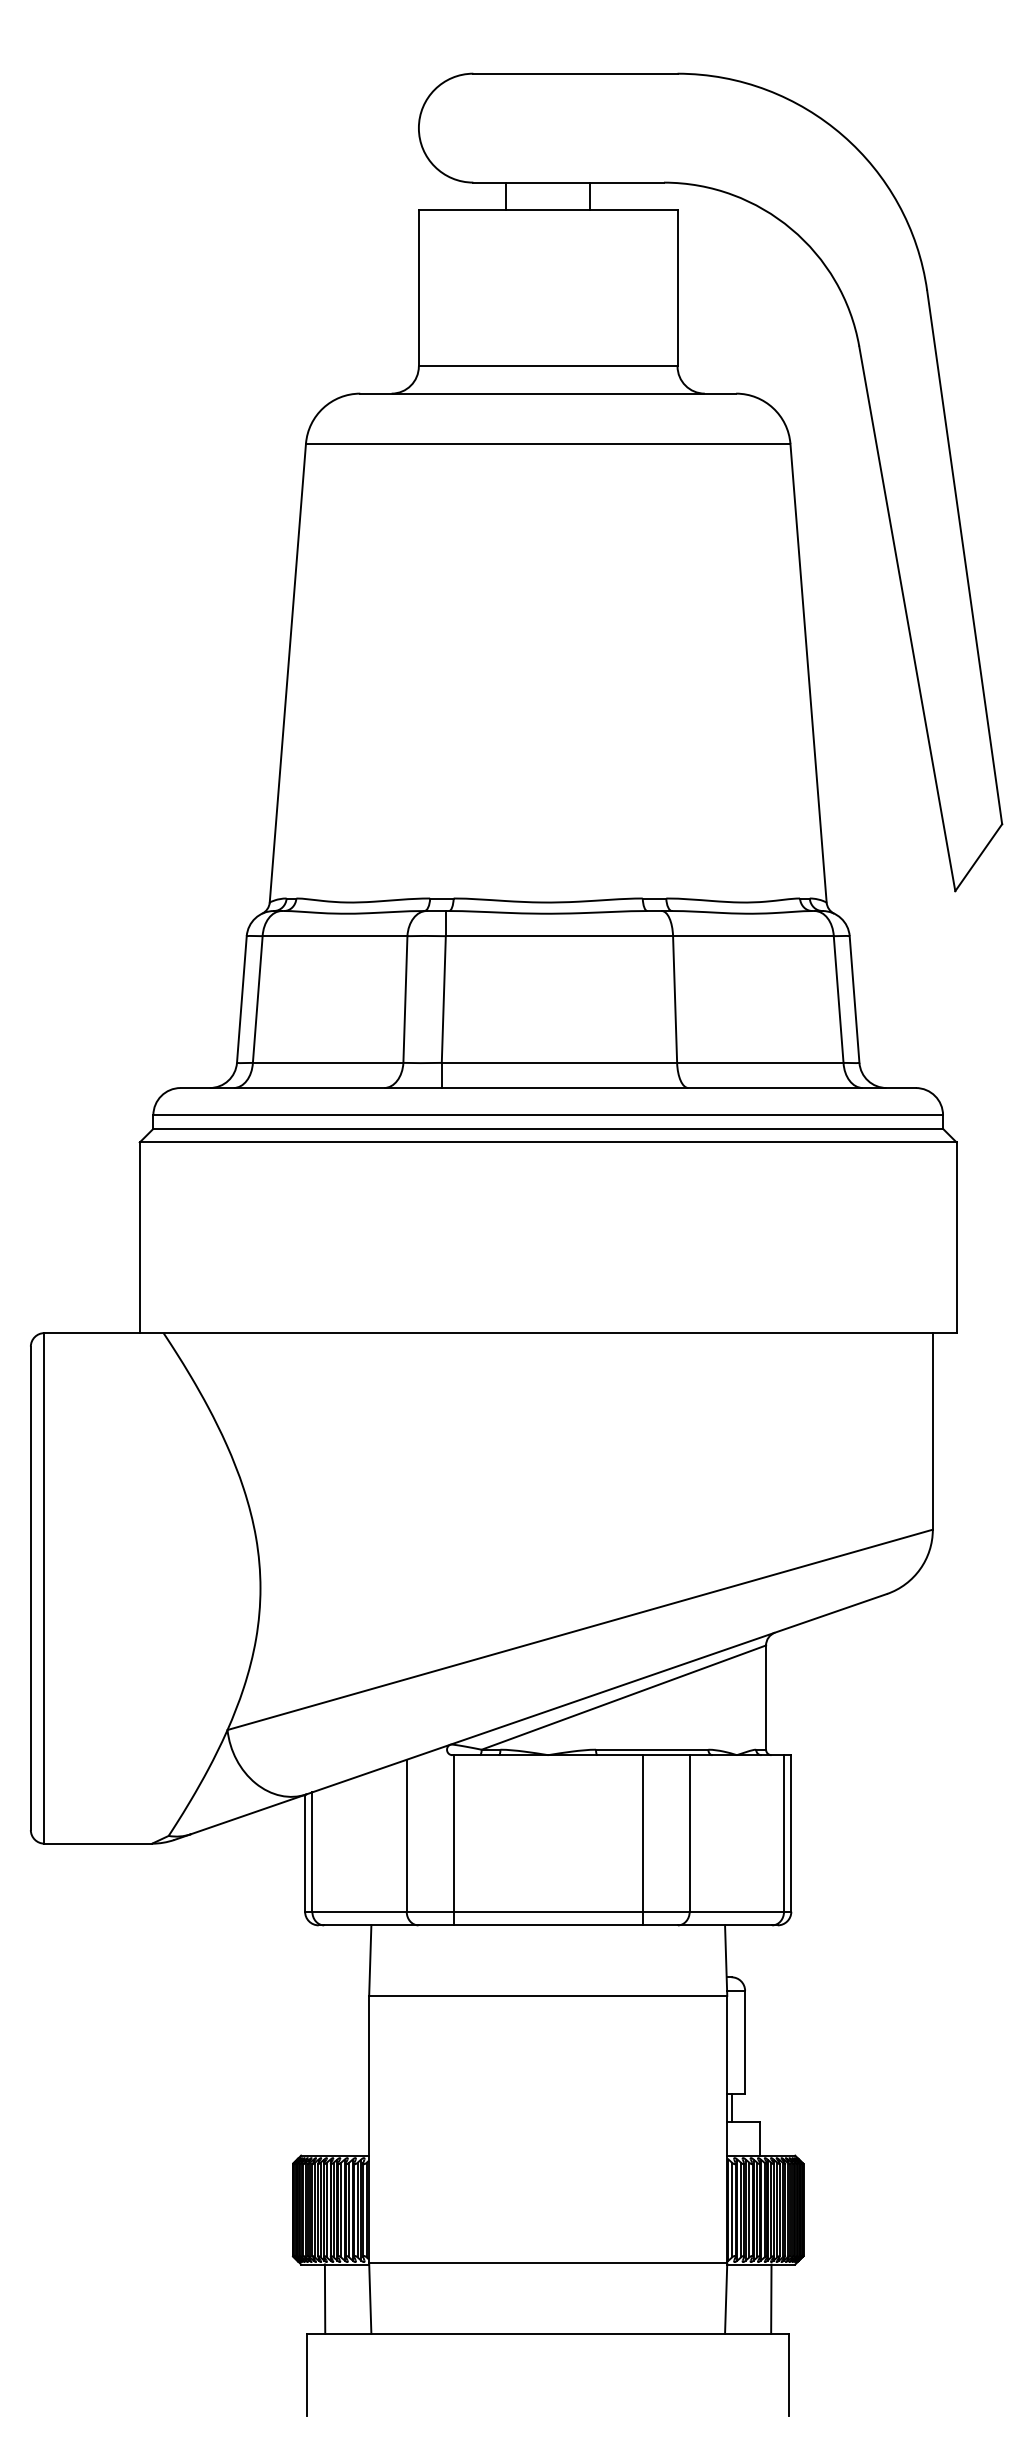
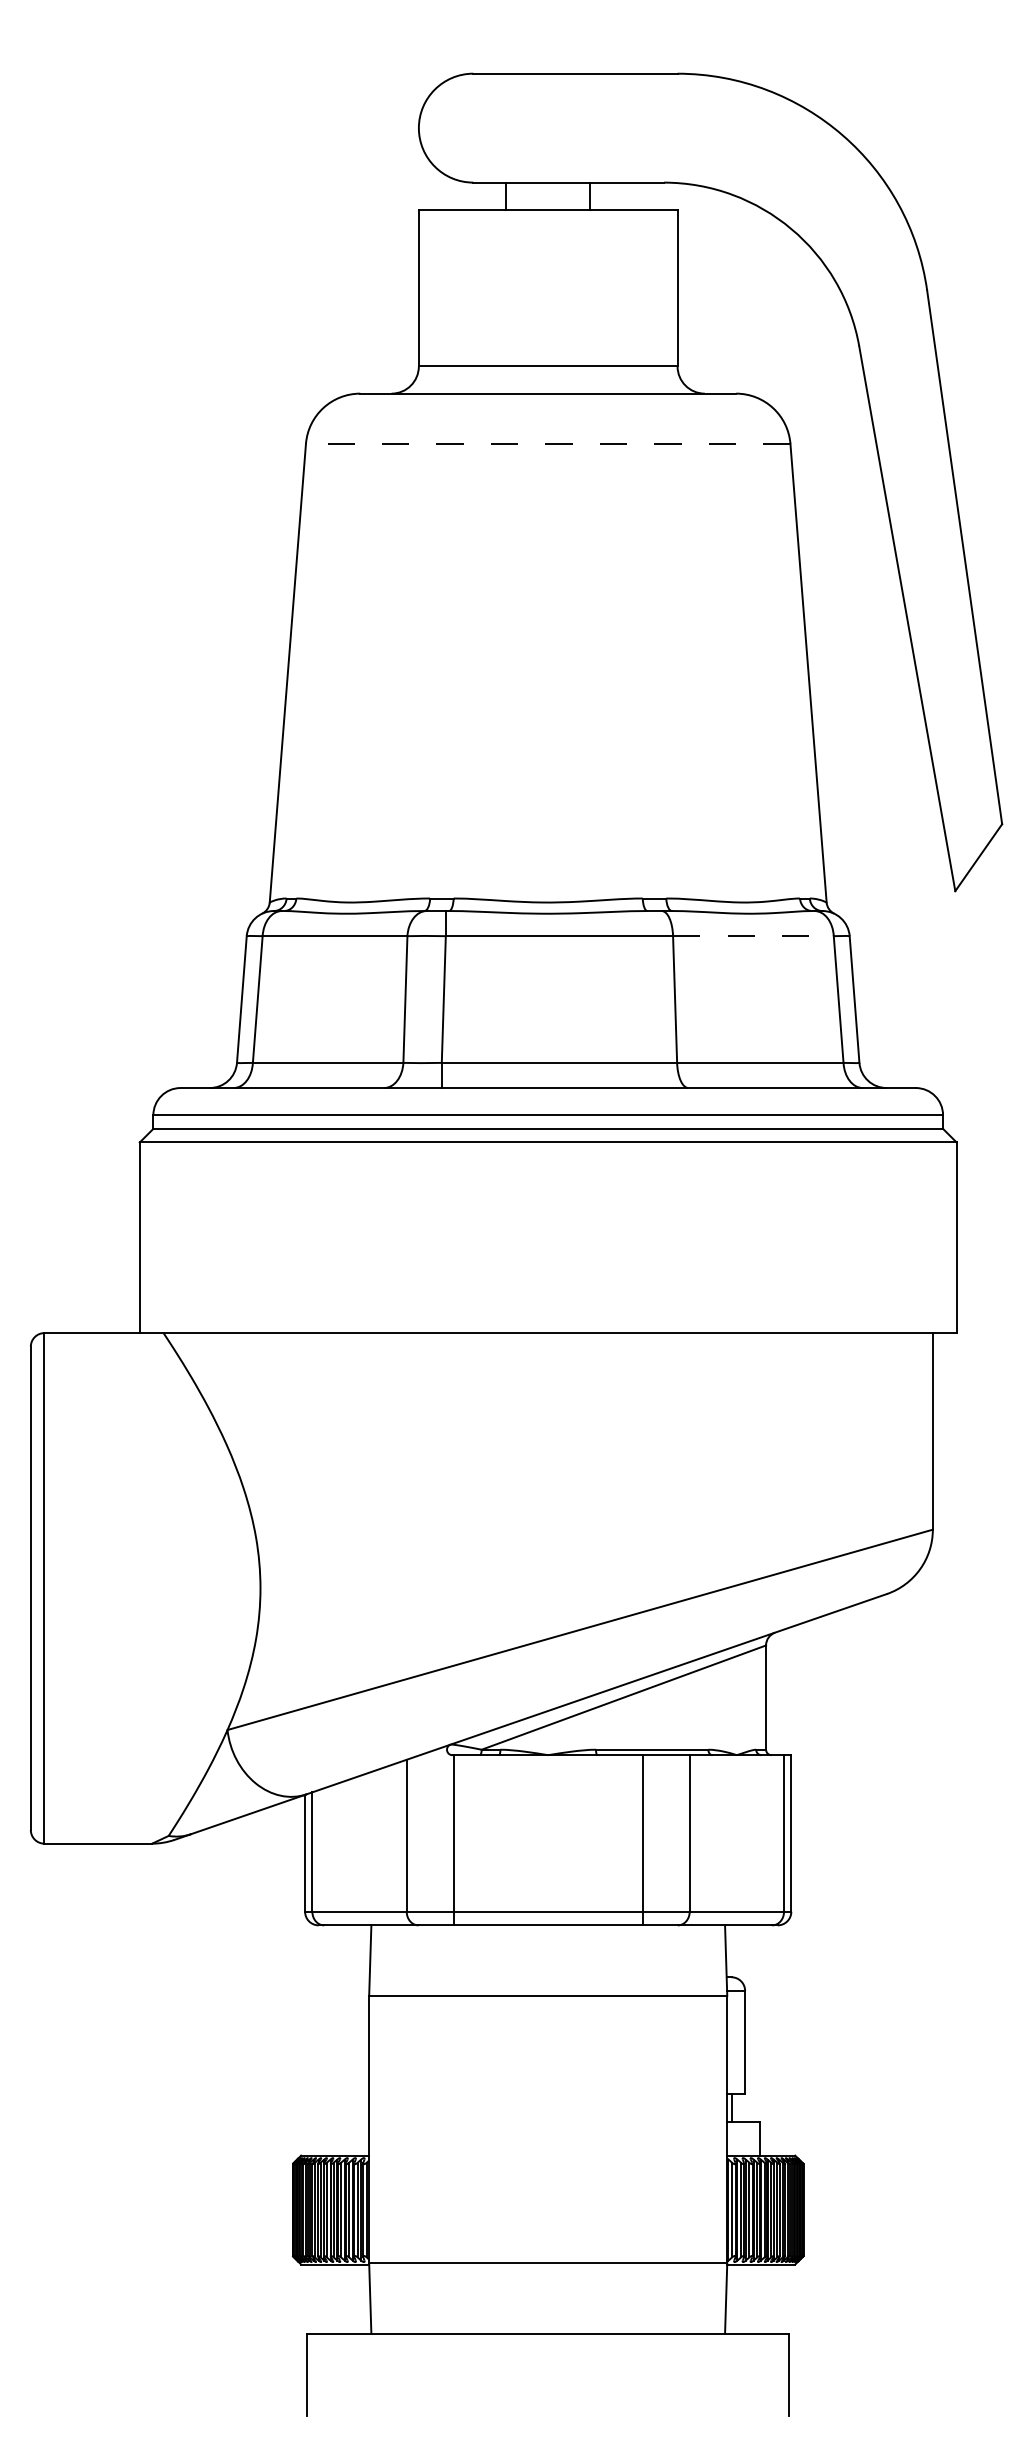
line at (547, 443): solid -> dashed
line at (753, 936): solid -> dashed
line at (324, 2298): present -> none
line at (771, 2298): present -> none
